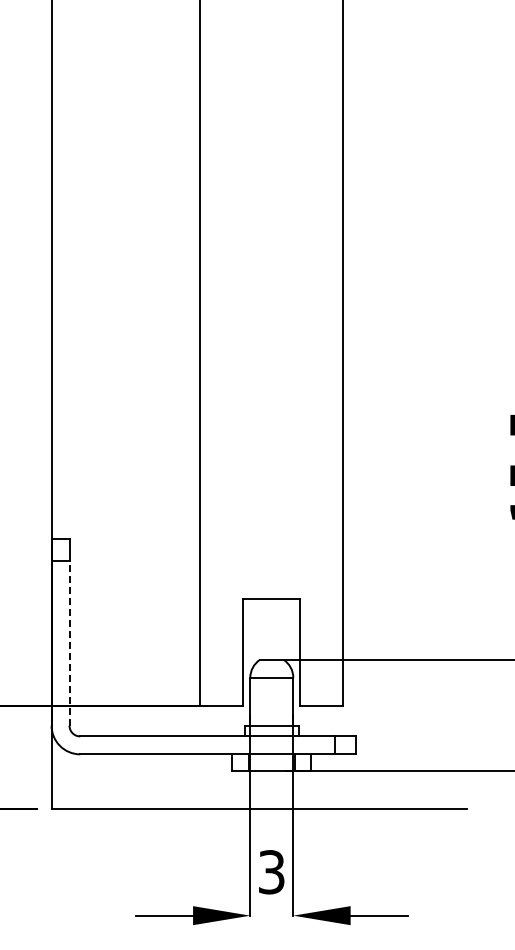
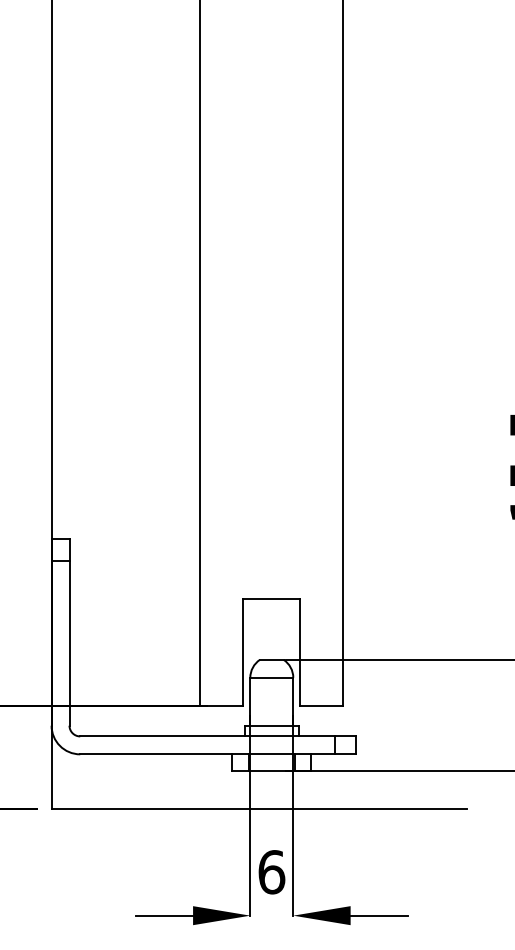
line at (69, 642): dashed -> solid
text at (271, 872): 3 -> 6
